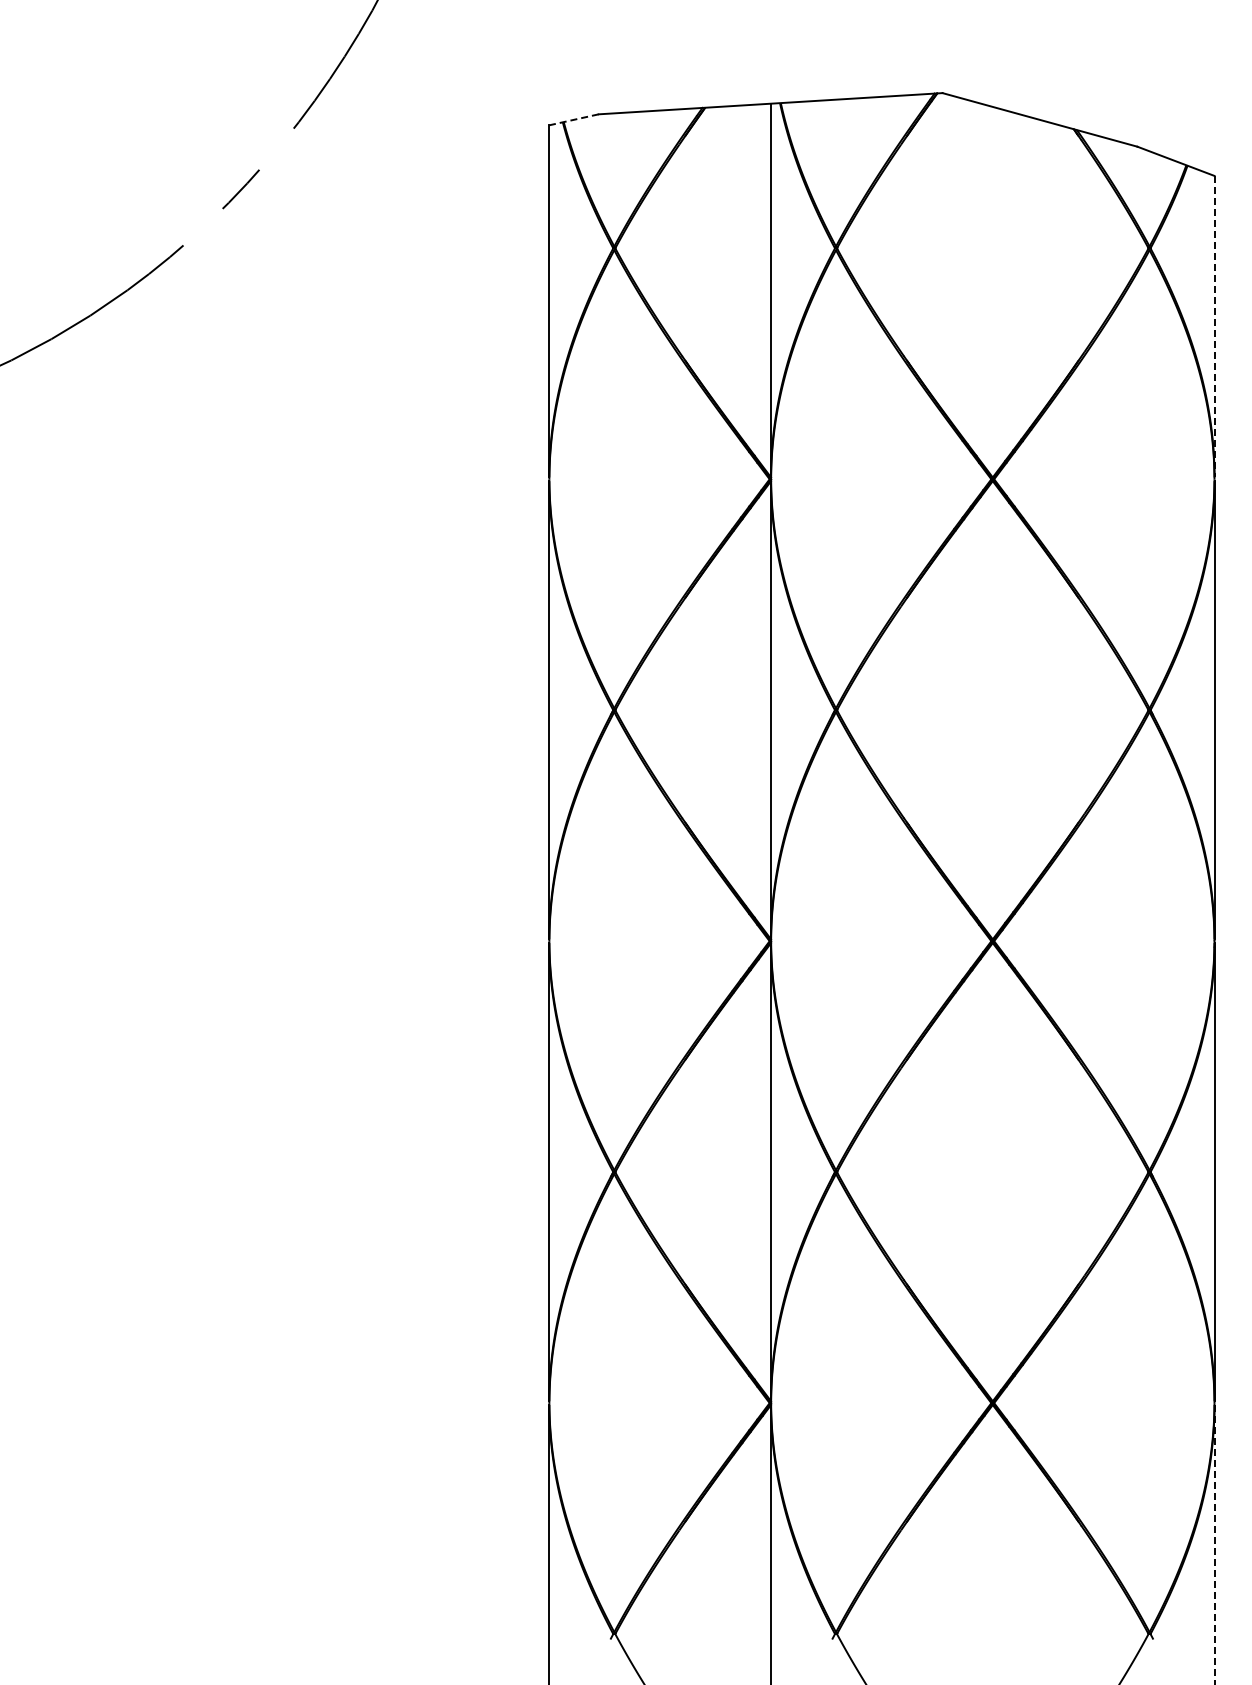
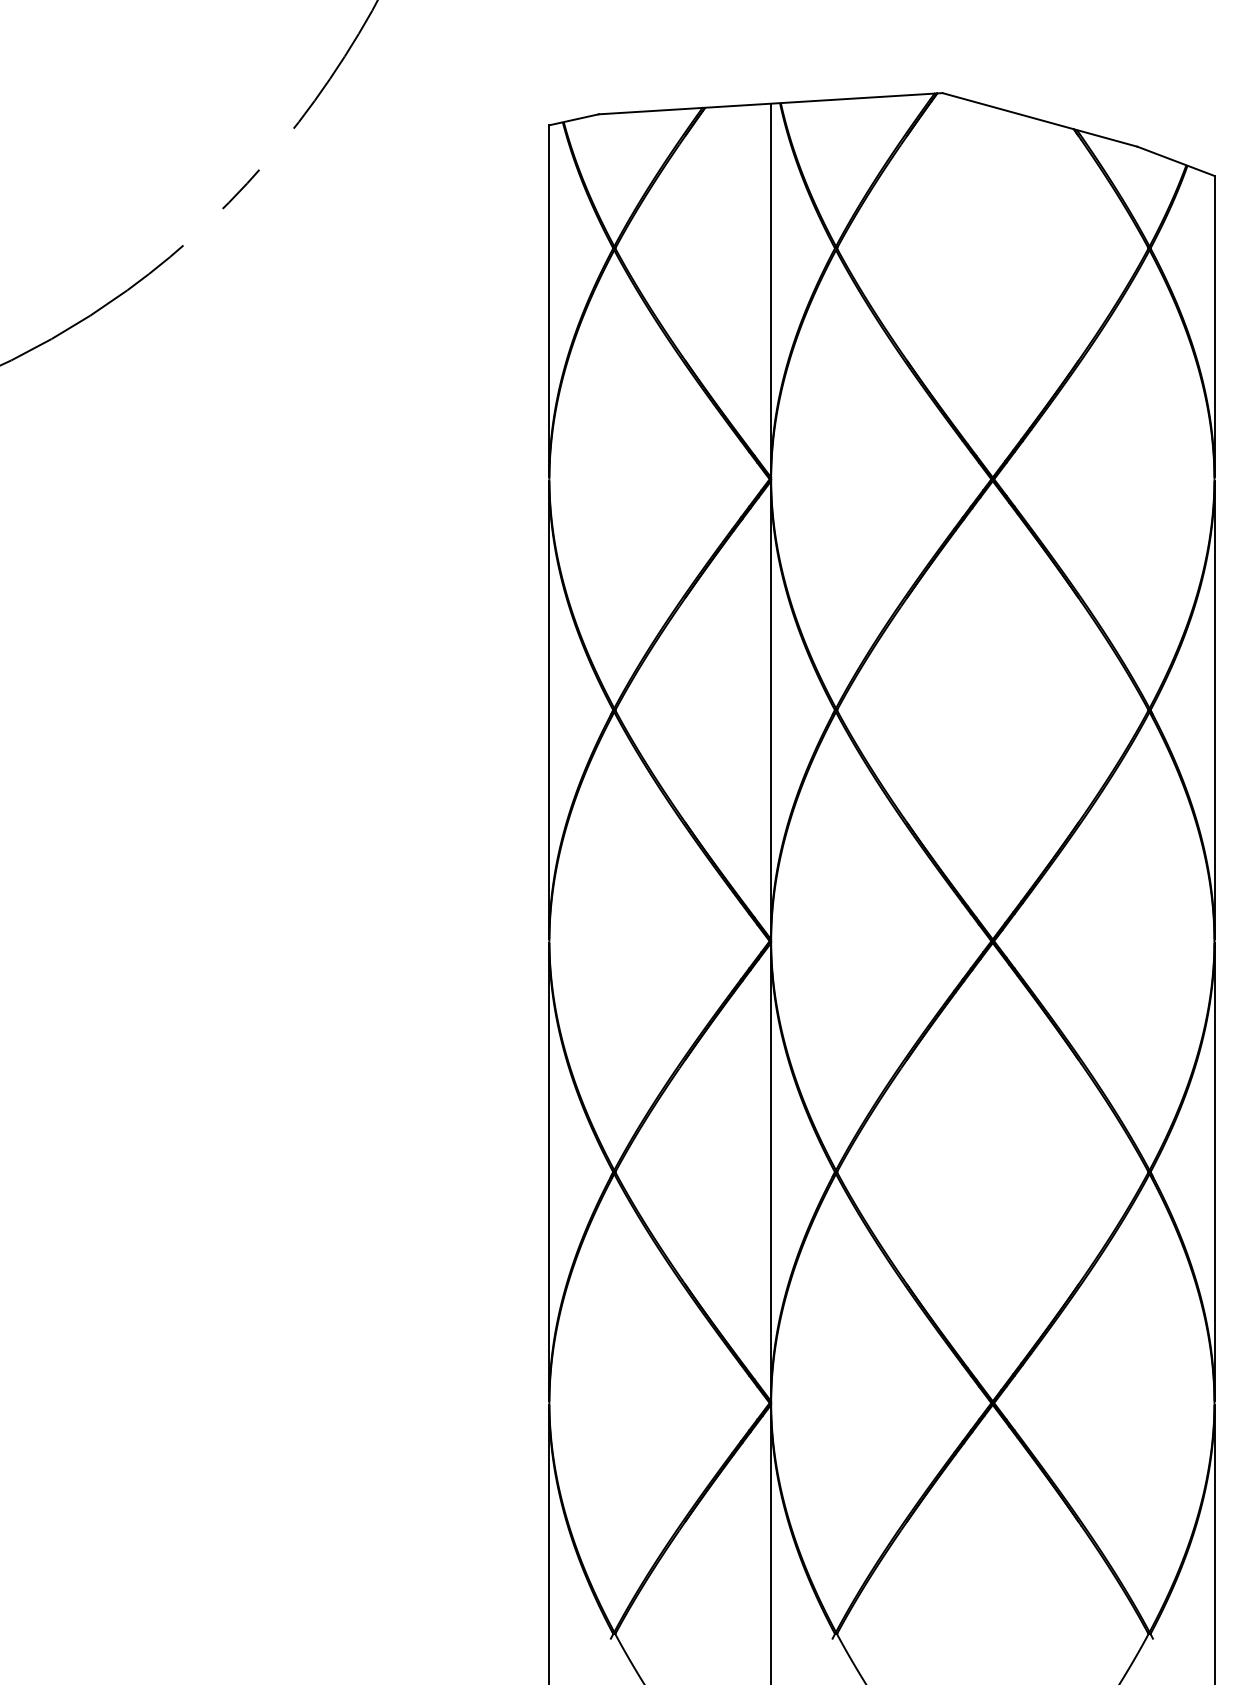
line at (573, 119): dashed -> solid
line at (1214, 326): dashed -> solid
line at (1214, 1544): dashed -> solid
